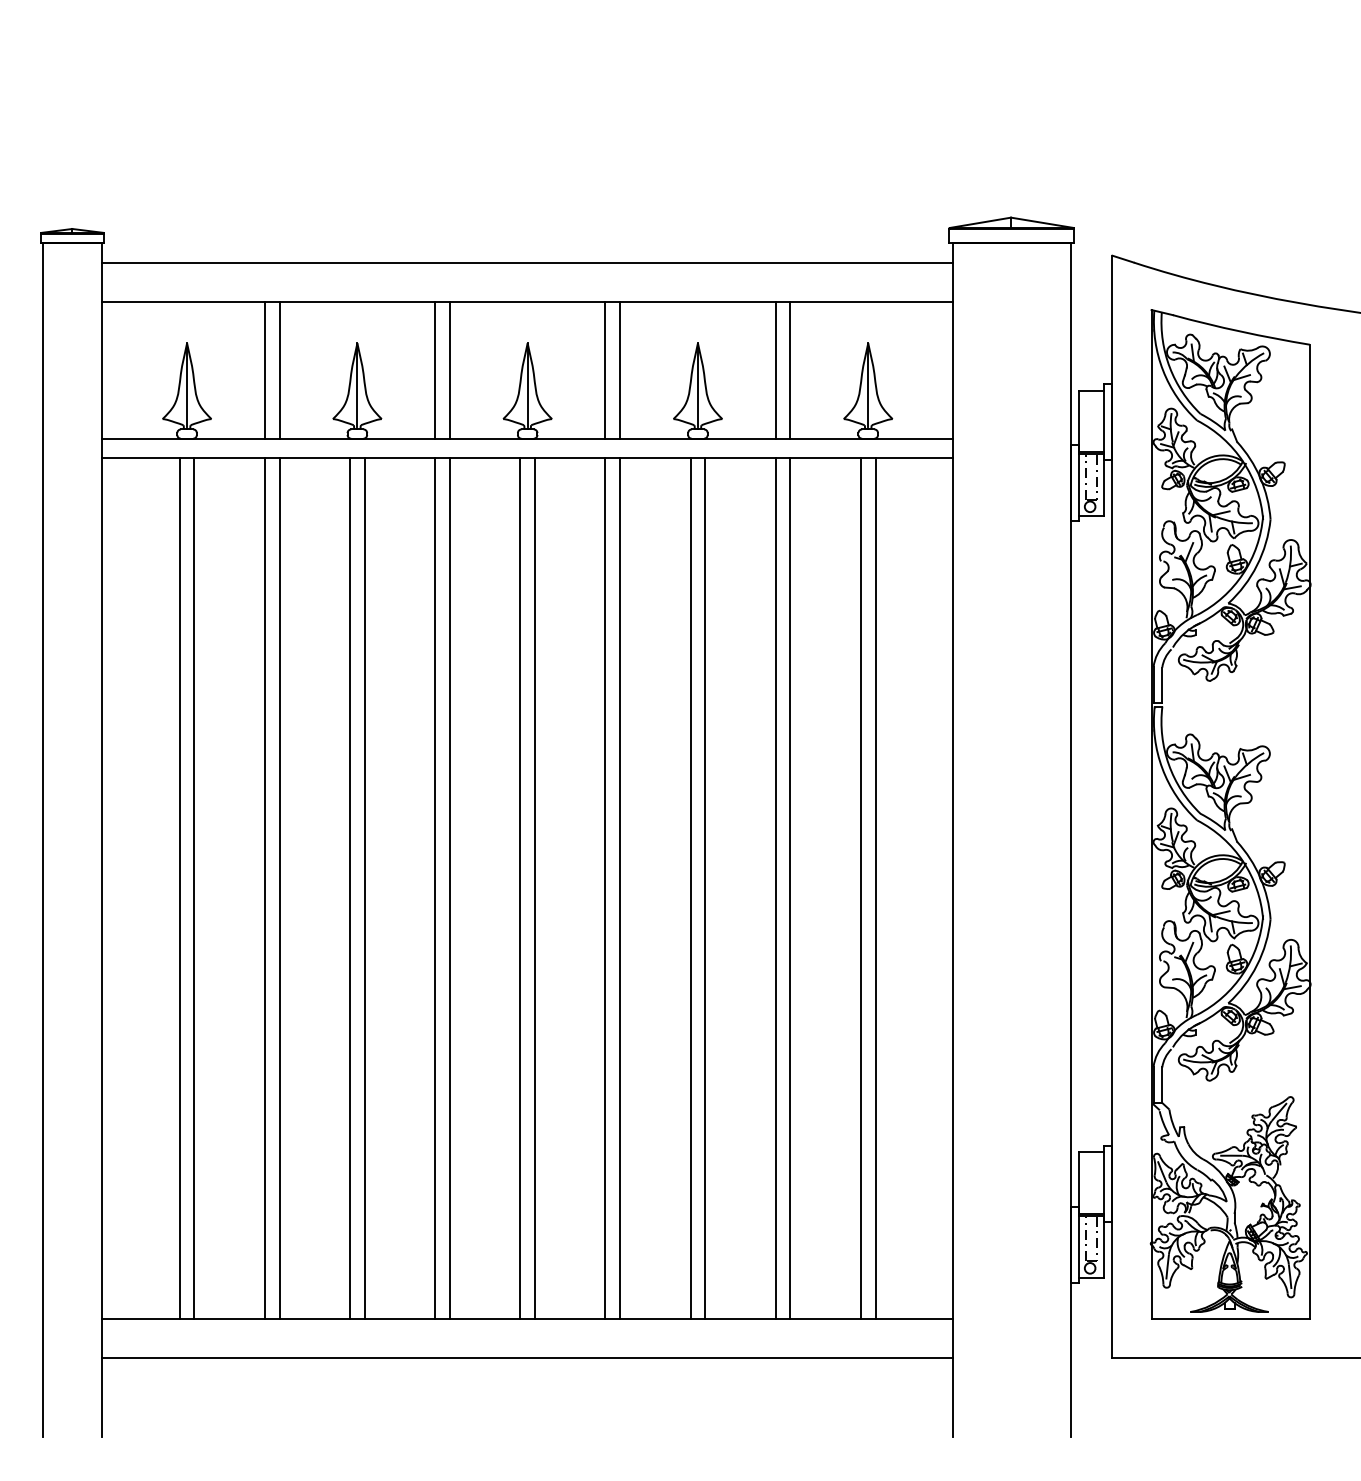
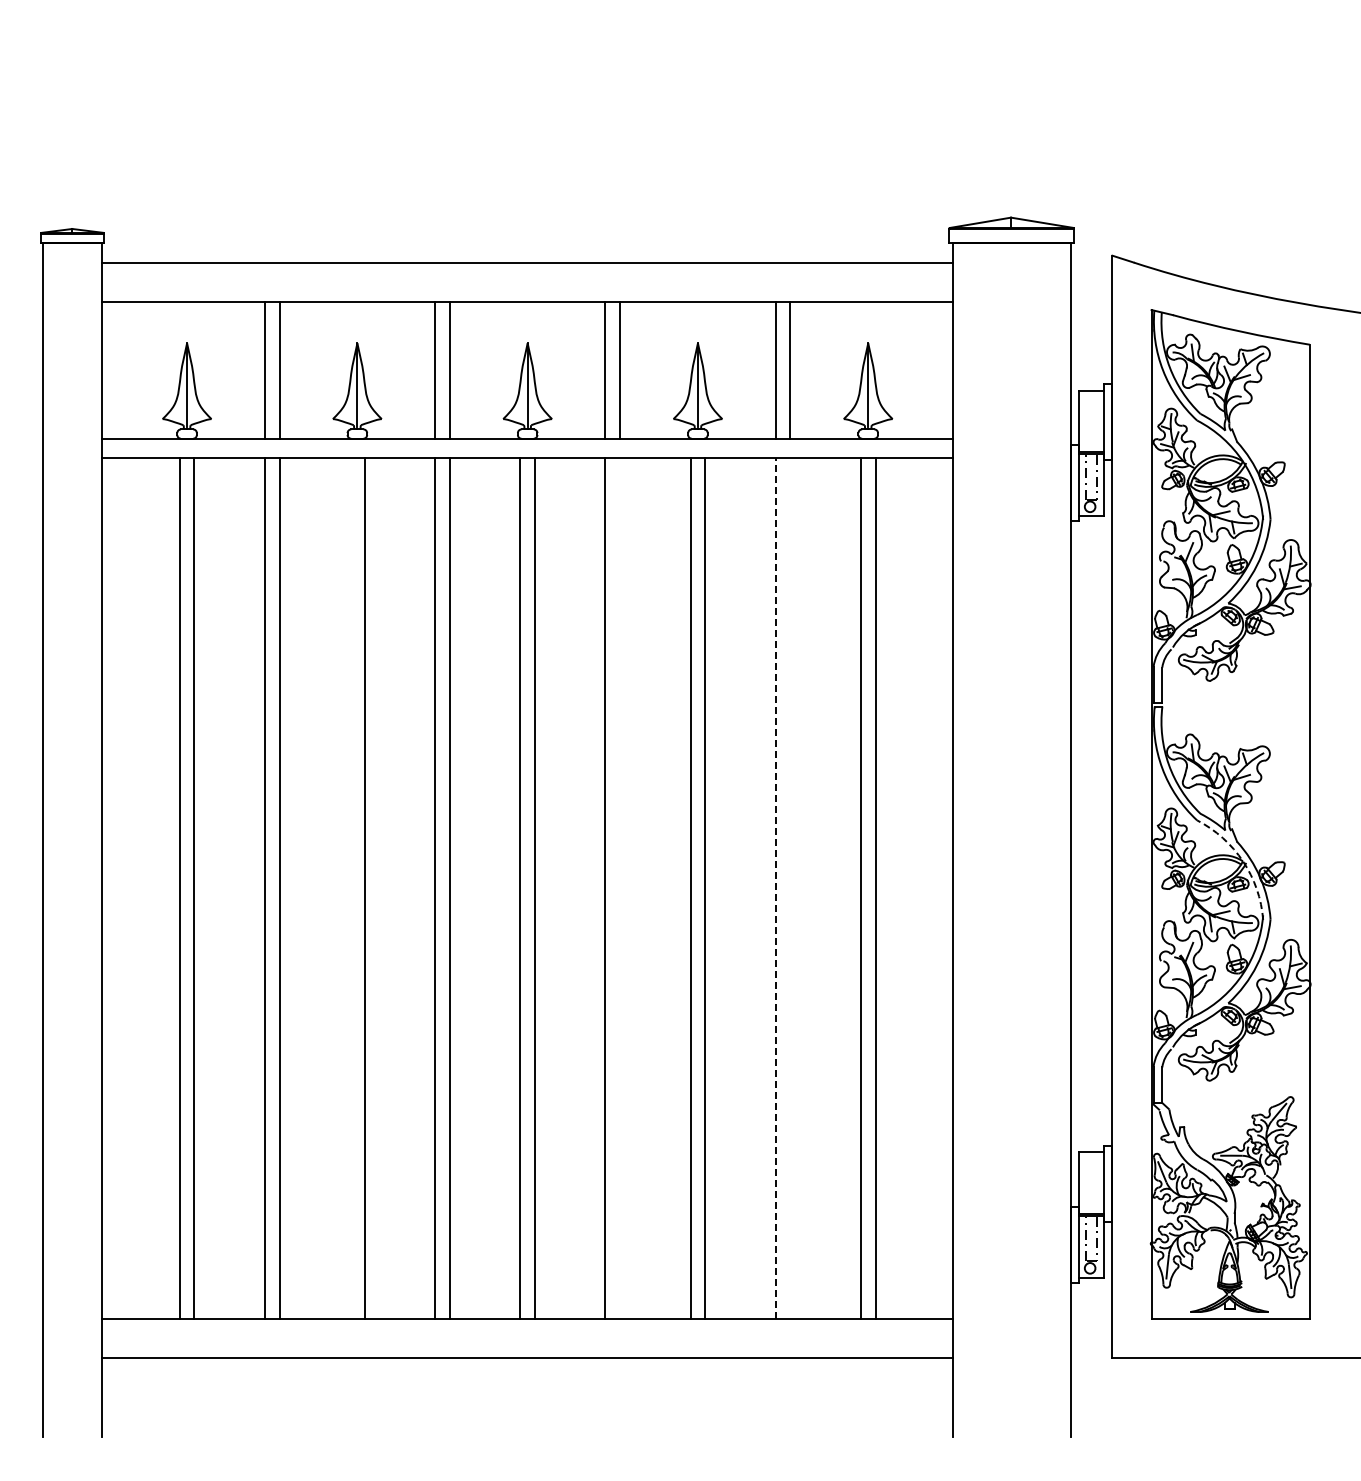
arc at (1243, 861): solid -> dashed
line at (350, 888): present -> none
line at (620, 888): present -> none
line at (775, 888): solid -> dashed
line at (790, 888): present -> none
